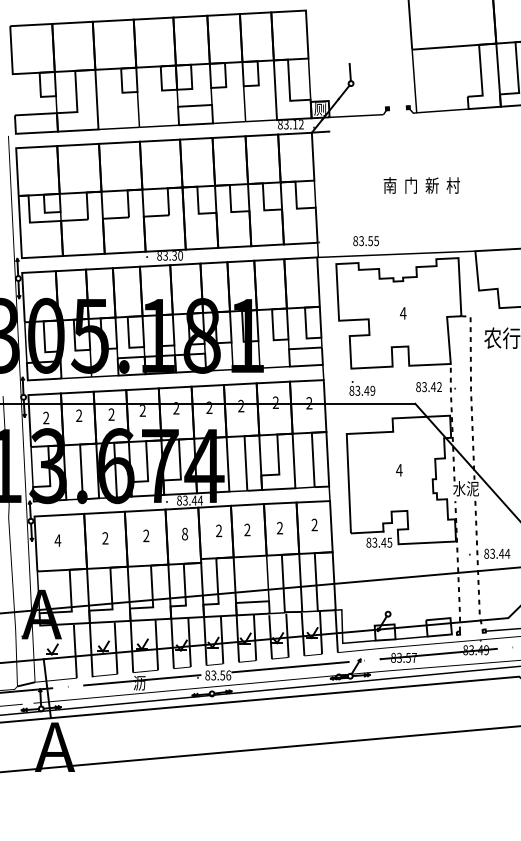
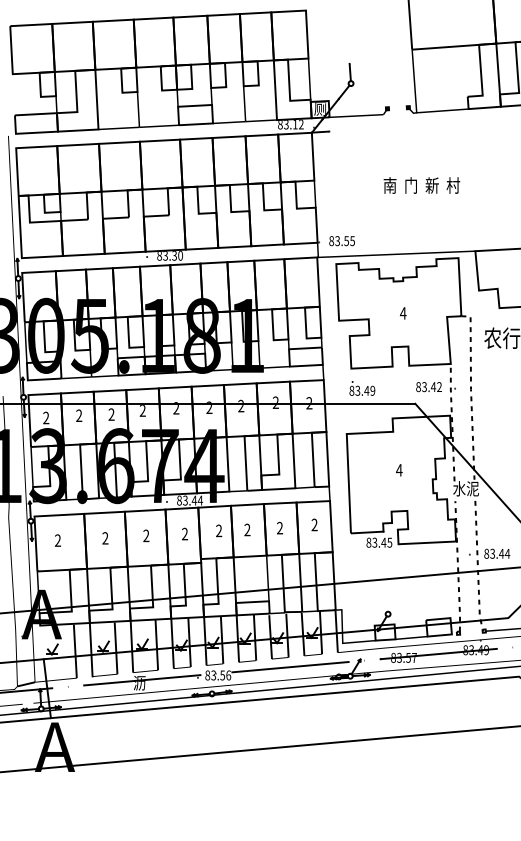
text at (365, 241) position: (365, 241) -> (341, 241)
text at (185, 534): 8 -> 2
text at (57, 540): 4 -> 2
